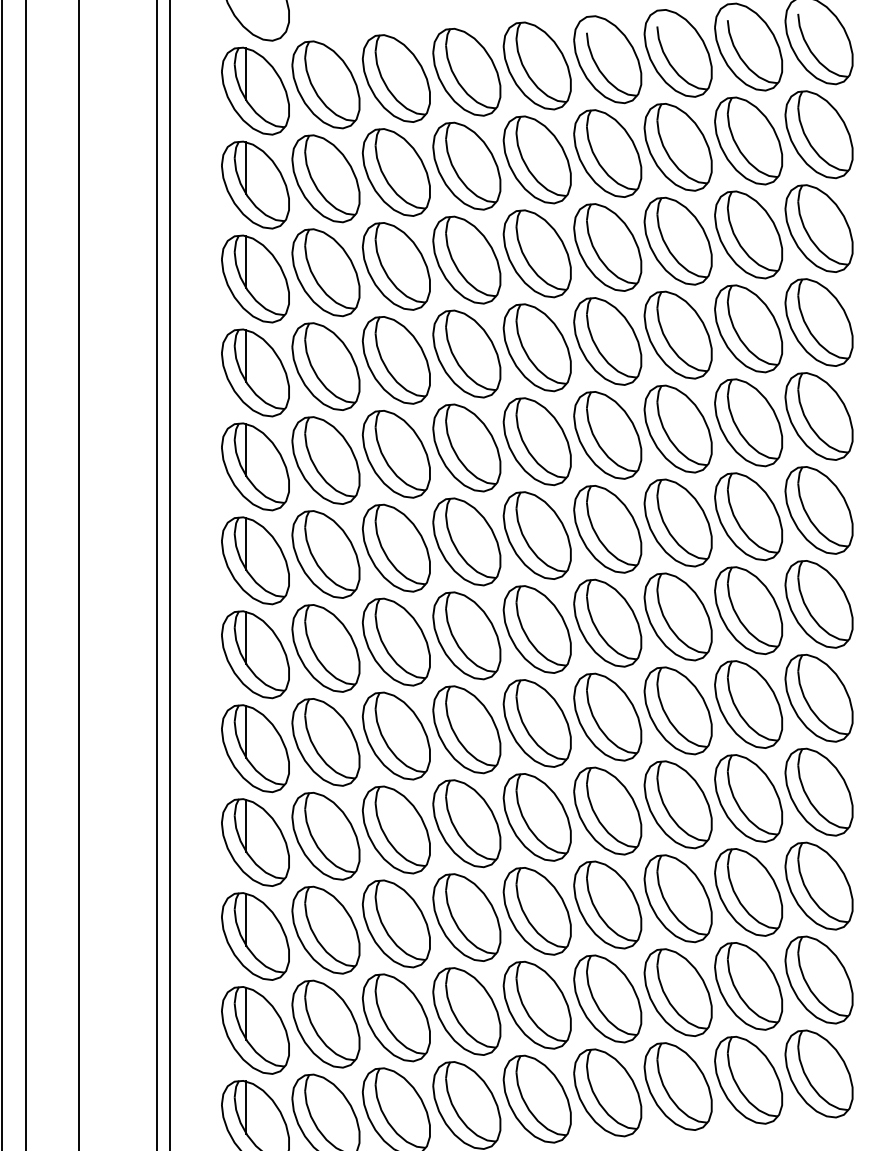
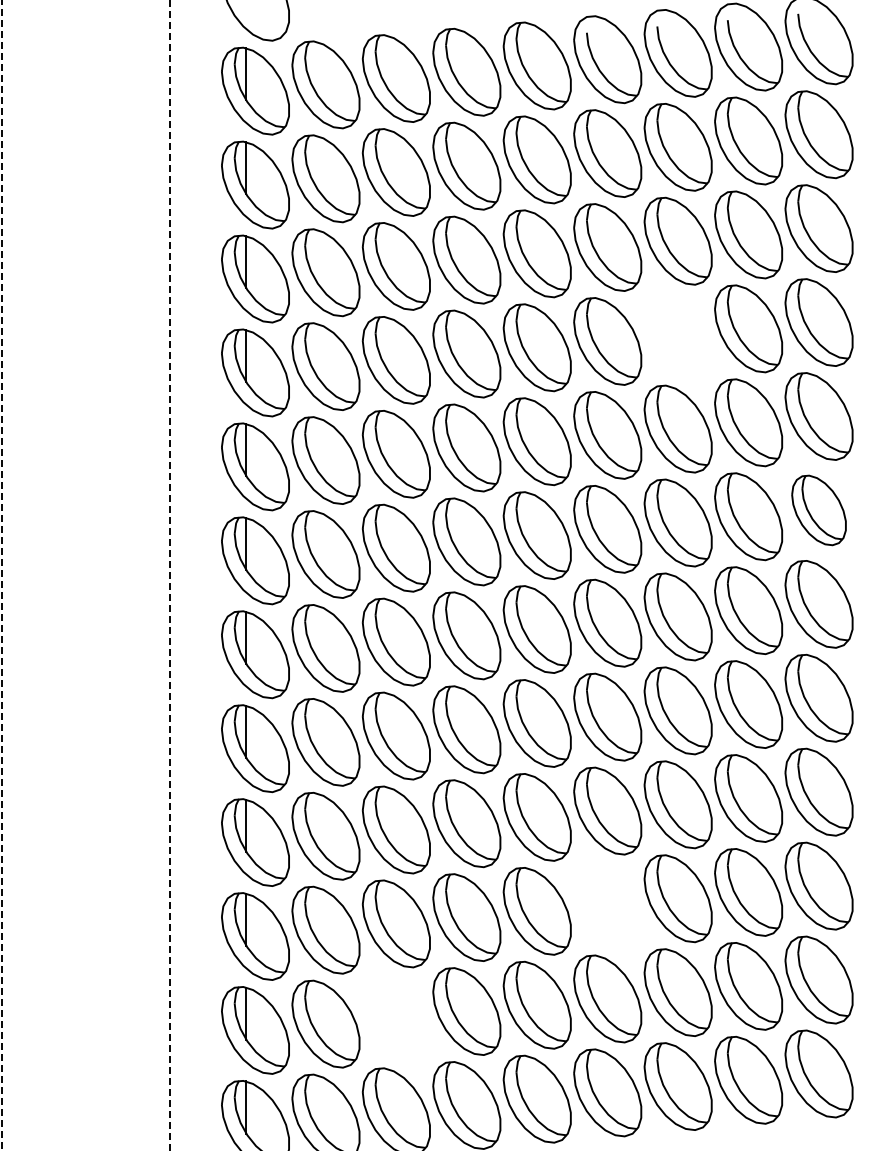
part at (677, 334): present -> none
part at (818, 510) size: 70x89 px -> 56x73 px
line at (26, 574): present -> none
line at (79, 574): present -> none
line at (157, 574): present -> none
line at (1, 575): solid -> dashed
line at (169, 576): solid -> dashed
part at (607, 904): present -> none
part at (395, 1017): present -> none
